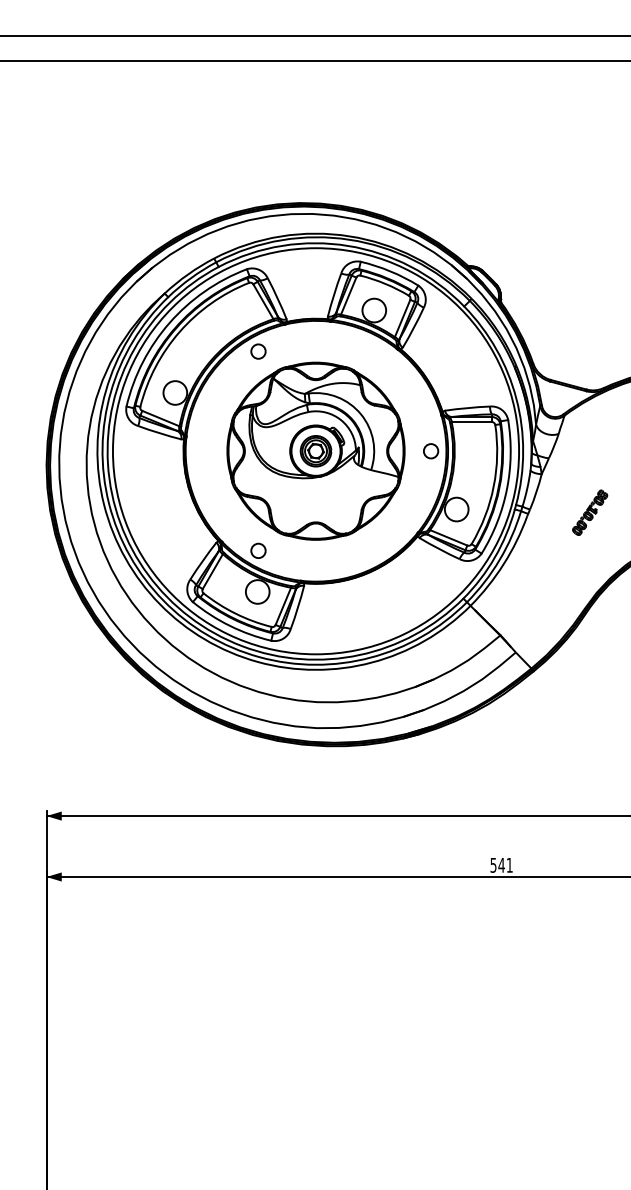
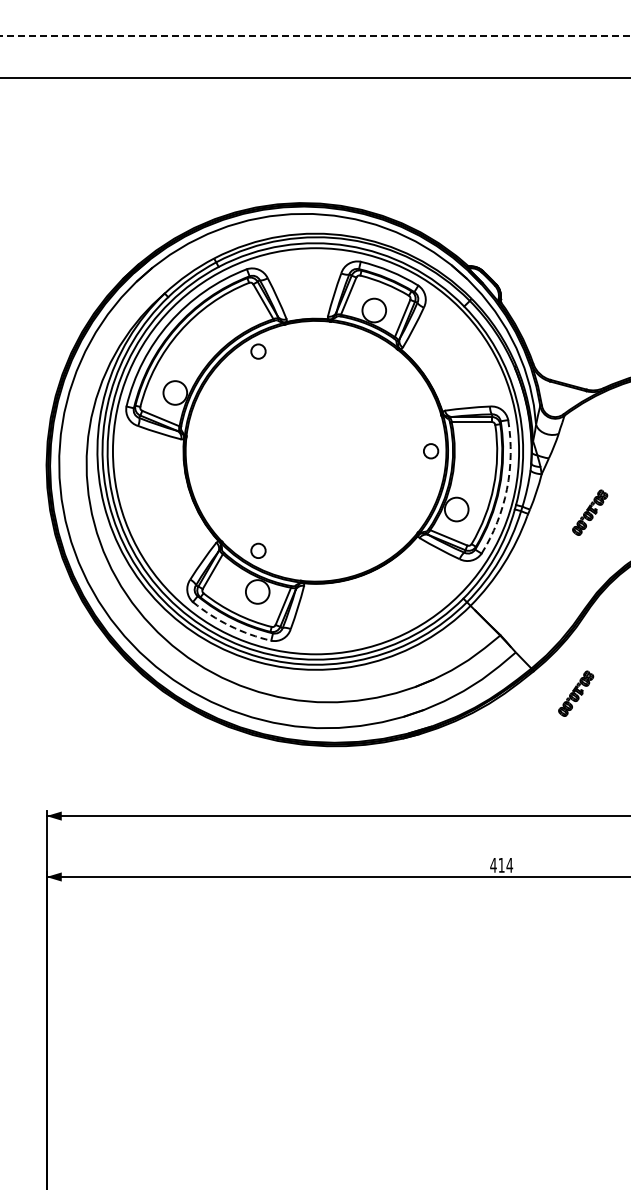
line at (315, 35): solid -> dashed
line at (314, 61) position: (314, 61) -> (314, 78)
part at (315, 450): present -> none
arc at (506, 489): solid -> dashed
arc at (229, 625): solid -> dashed
part at (576, 693): none -> present
text at (501, 865): 541 -> 414
